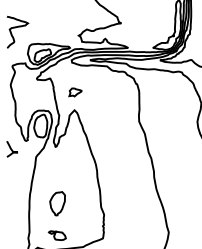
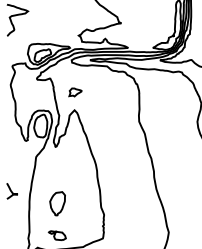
curve at (15, 28) position: (15, 28) -> (15, 16)
curve at (11, 149) position: (11, 149) -> (11, 191)
